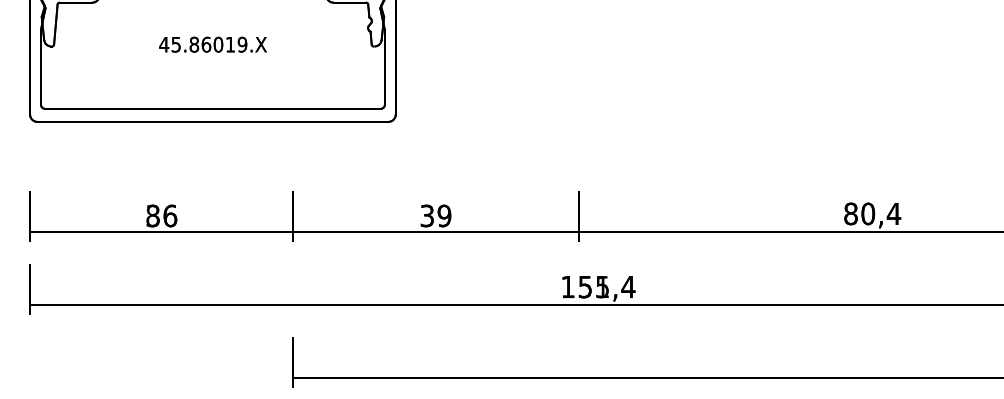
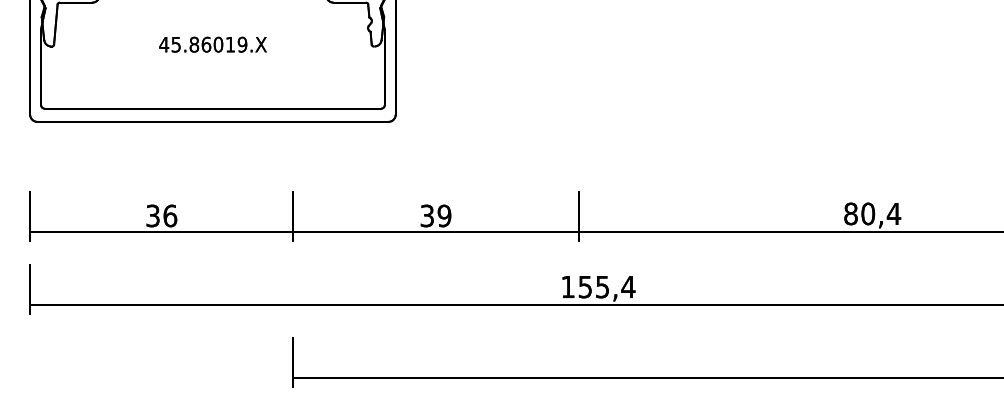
text at (152, 215): 86 -> 36
text at (602, 287): 151,4 -> 155,4
